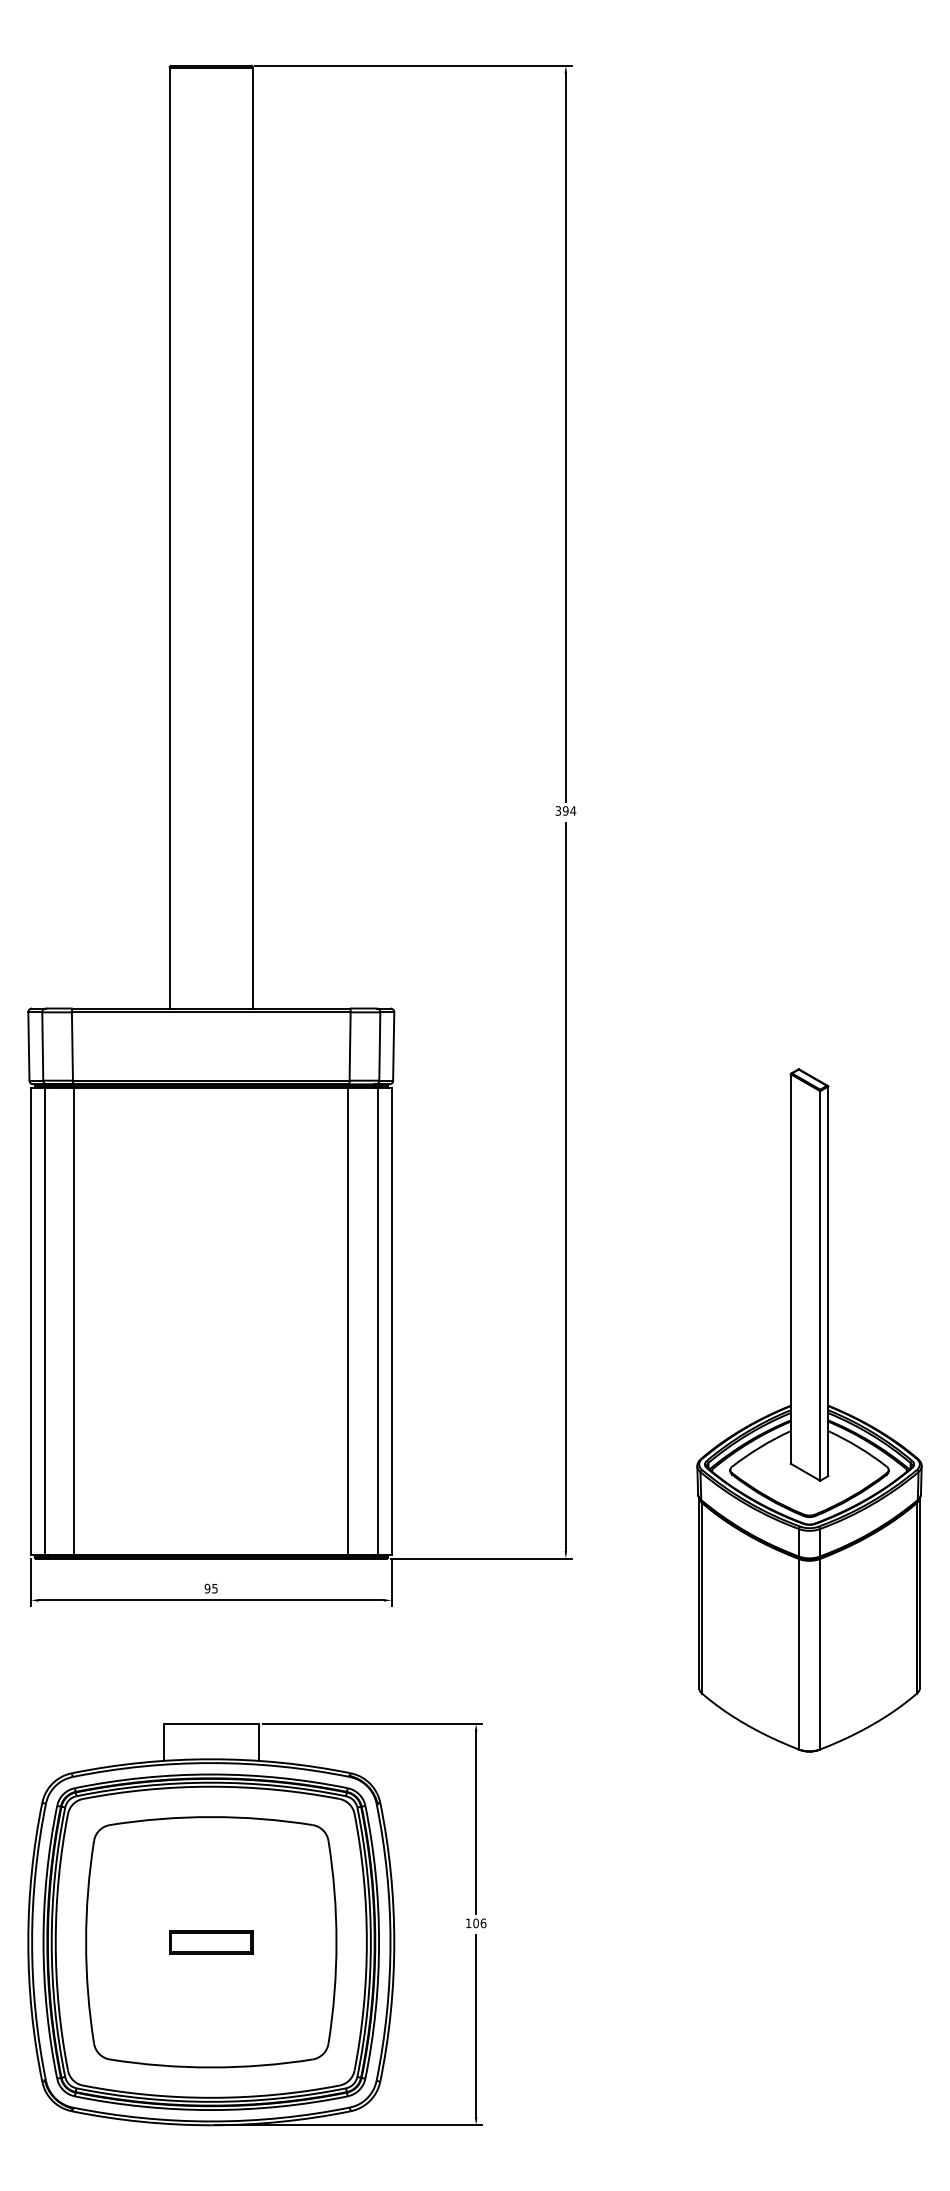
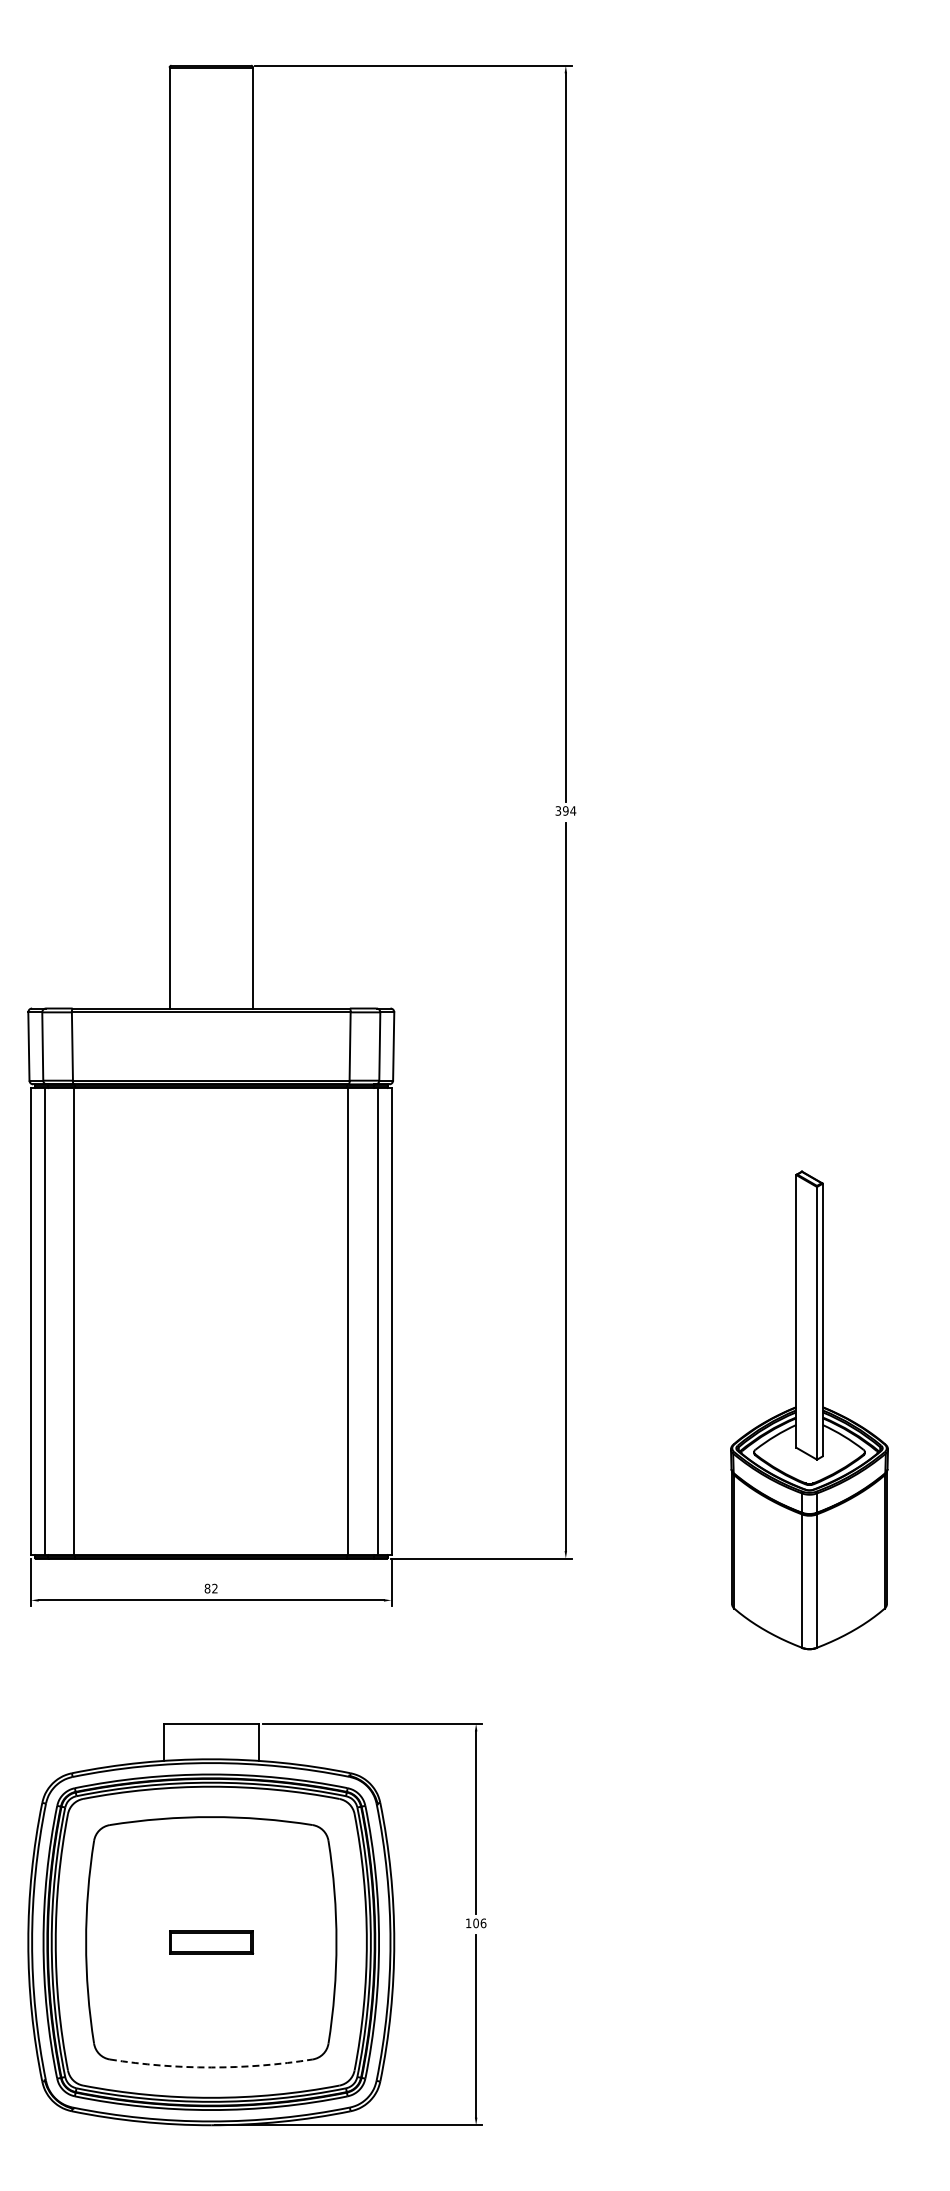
part at (809, 1410) size: 227x685 px -> 159x481 px
text at (210, 1588): 95 -> 82
arc at (211, 2067): solid -> dashed
